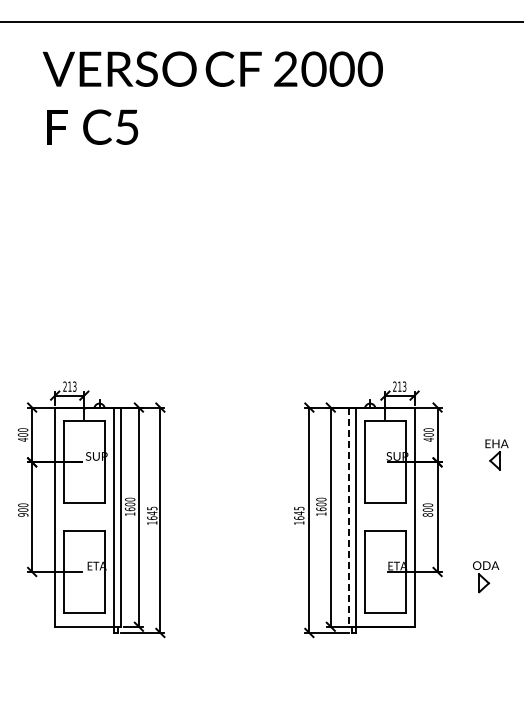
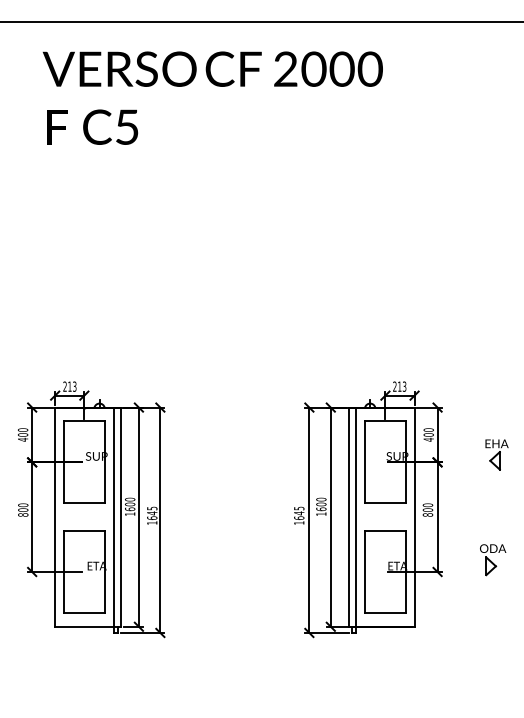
text at (23, 514): 900 -> 800
line at (348, 517): dashed -> solid
part at (486, 577) position: (486, 577) -> (493, 560)
